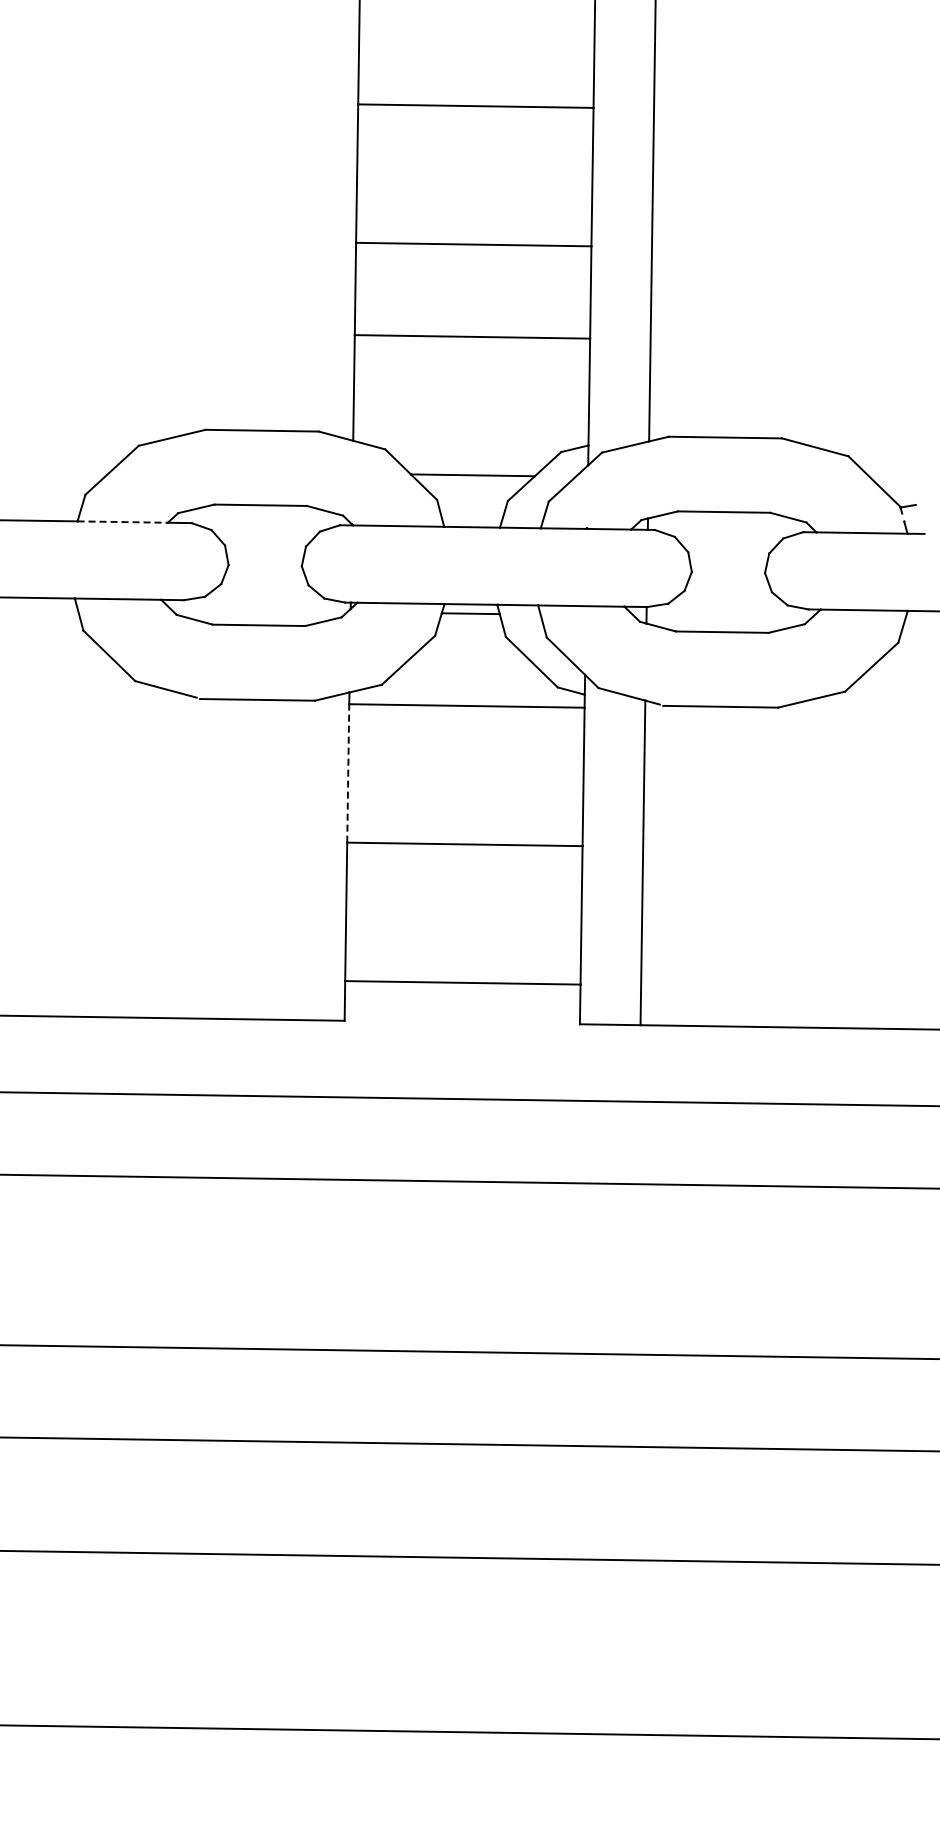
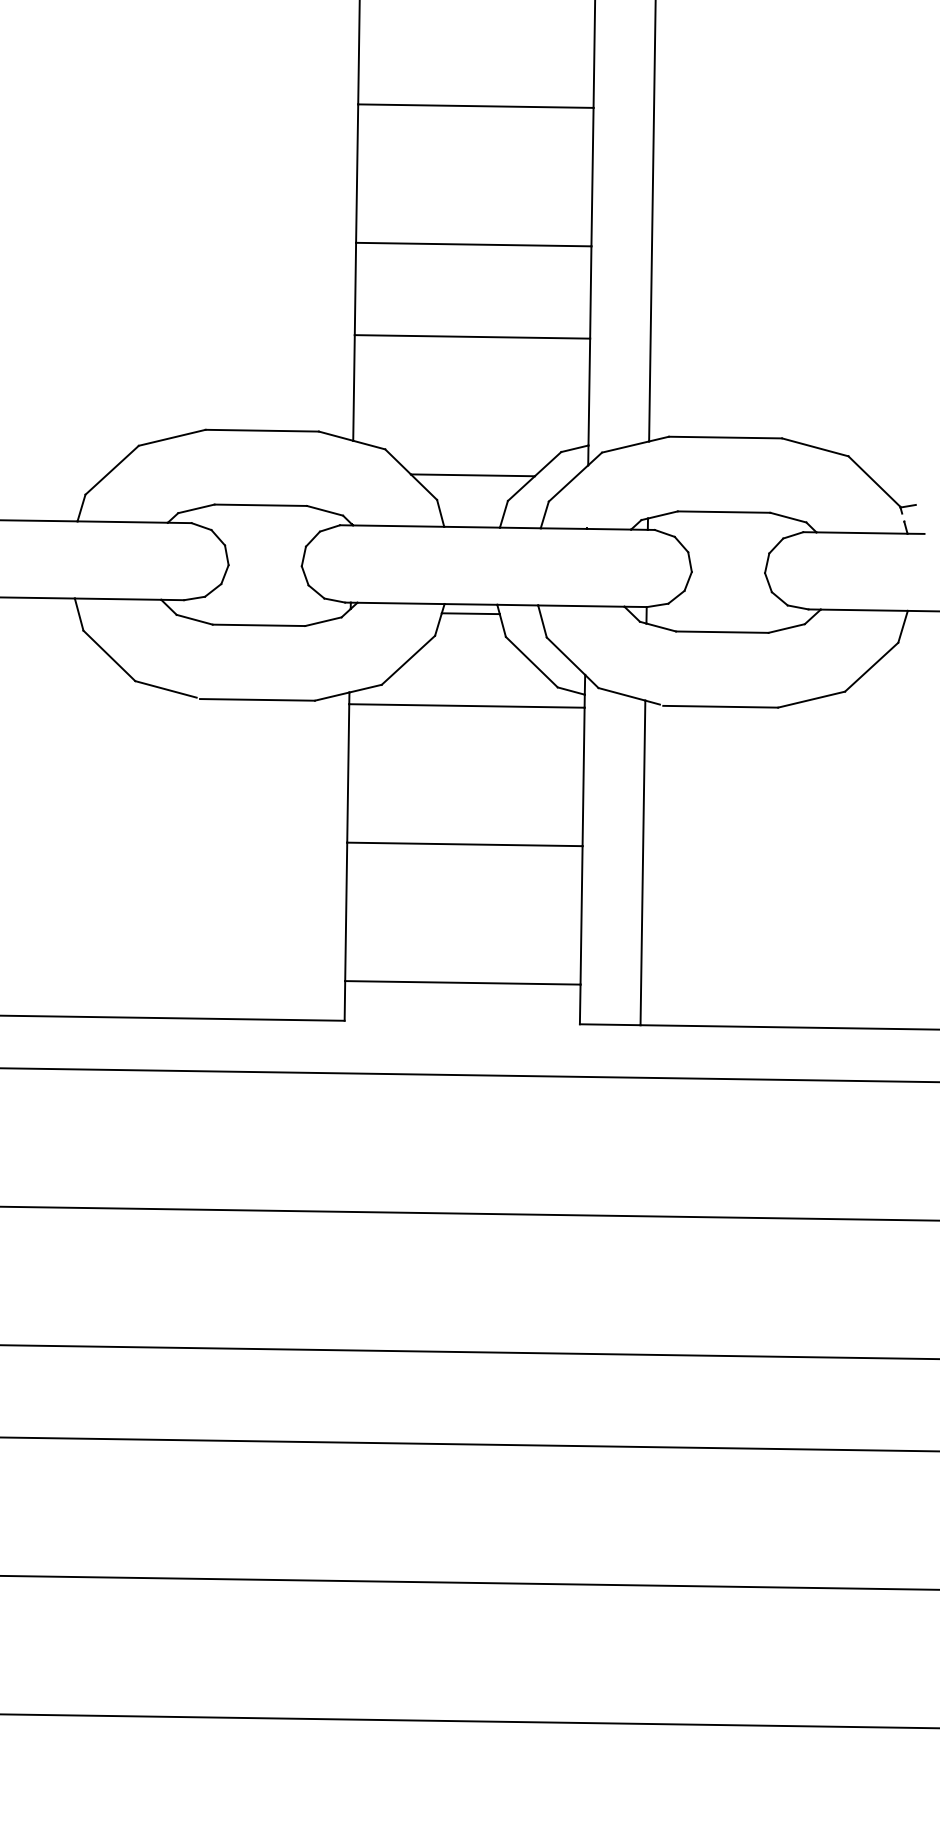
line at (123, 522): dashed -> solid
line at (348, 772): dashed -> solid
line at (469, 1099) position: (469, 1099) -> (469, 1075)
line at (469, 1181) position: (469, 1181) -> (469, 1213)
line at (469, 1557) position: (469, 1557) -> (469, 1582)
line at (469, 1732) position: (469, 1732) -> (469, 1721)
